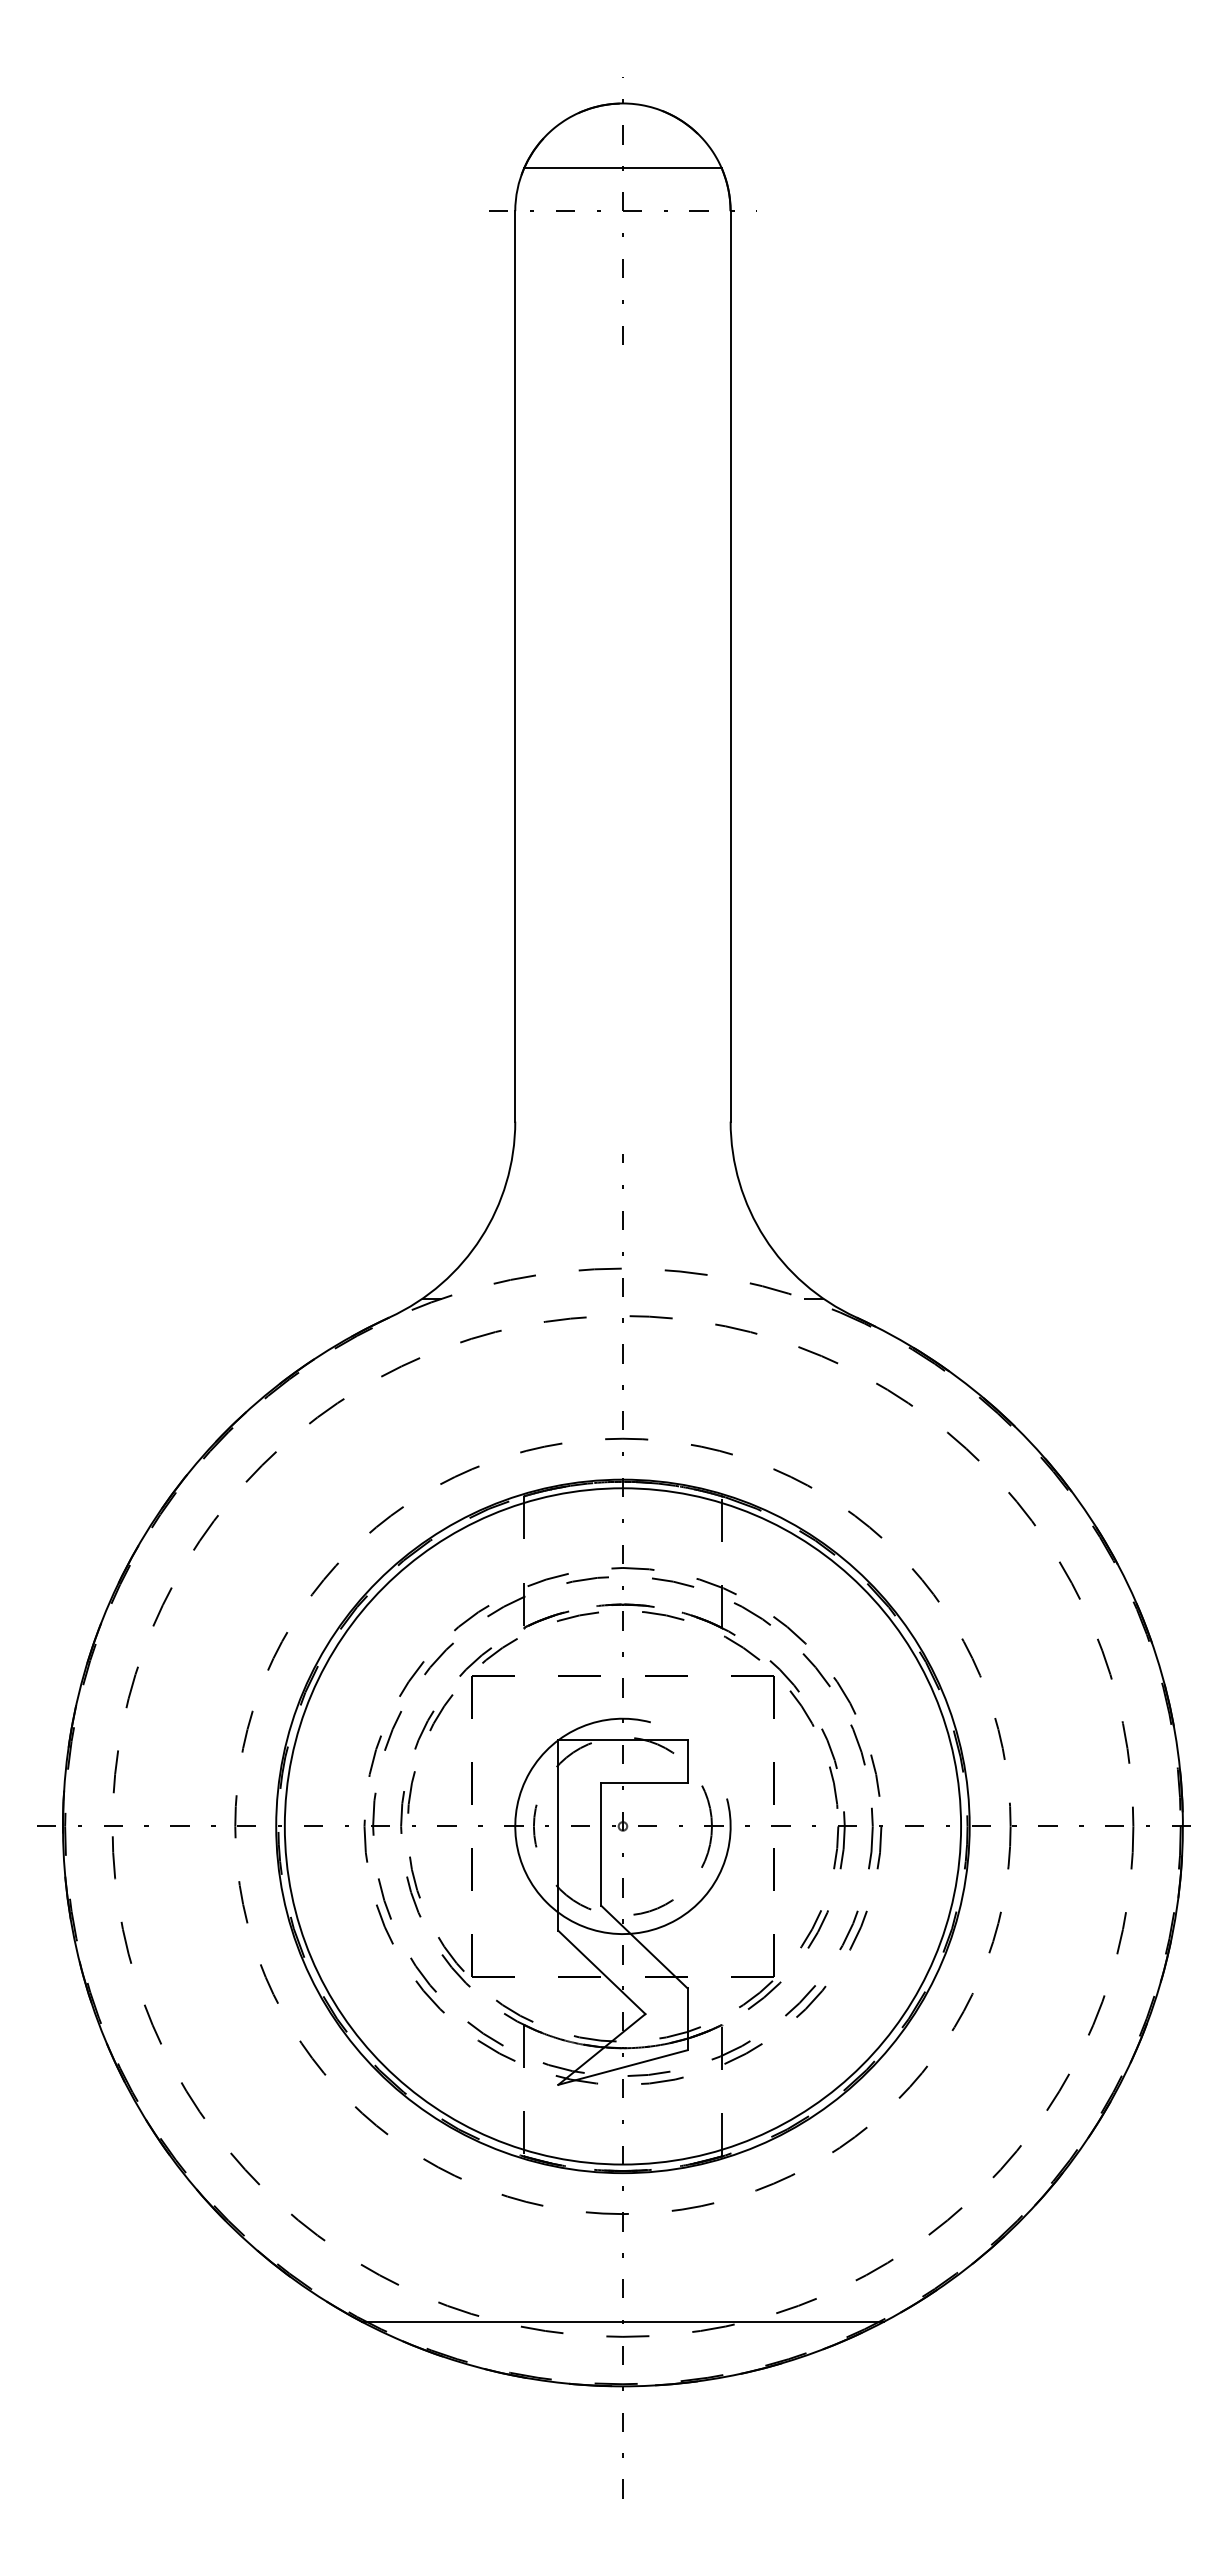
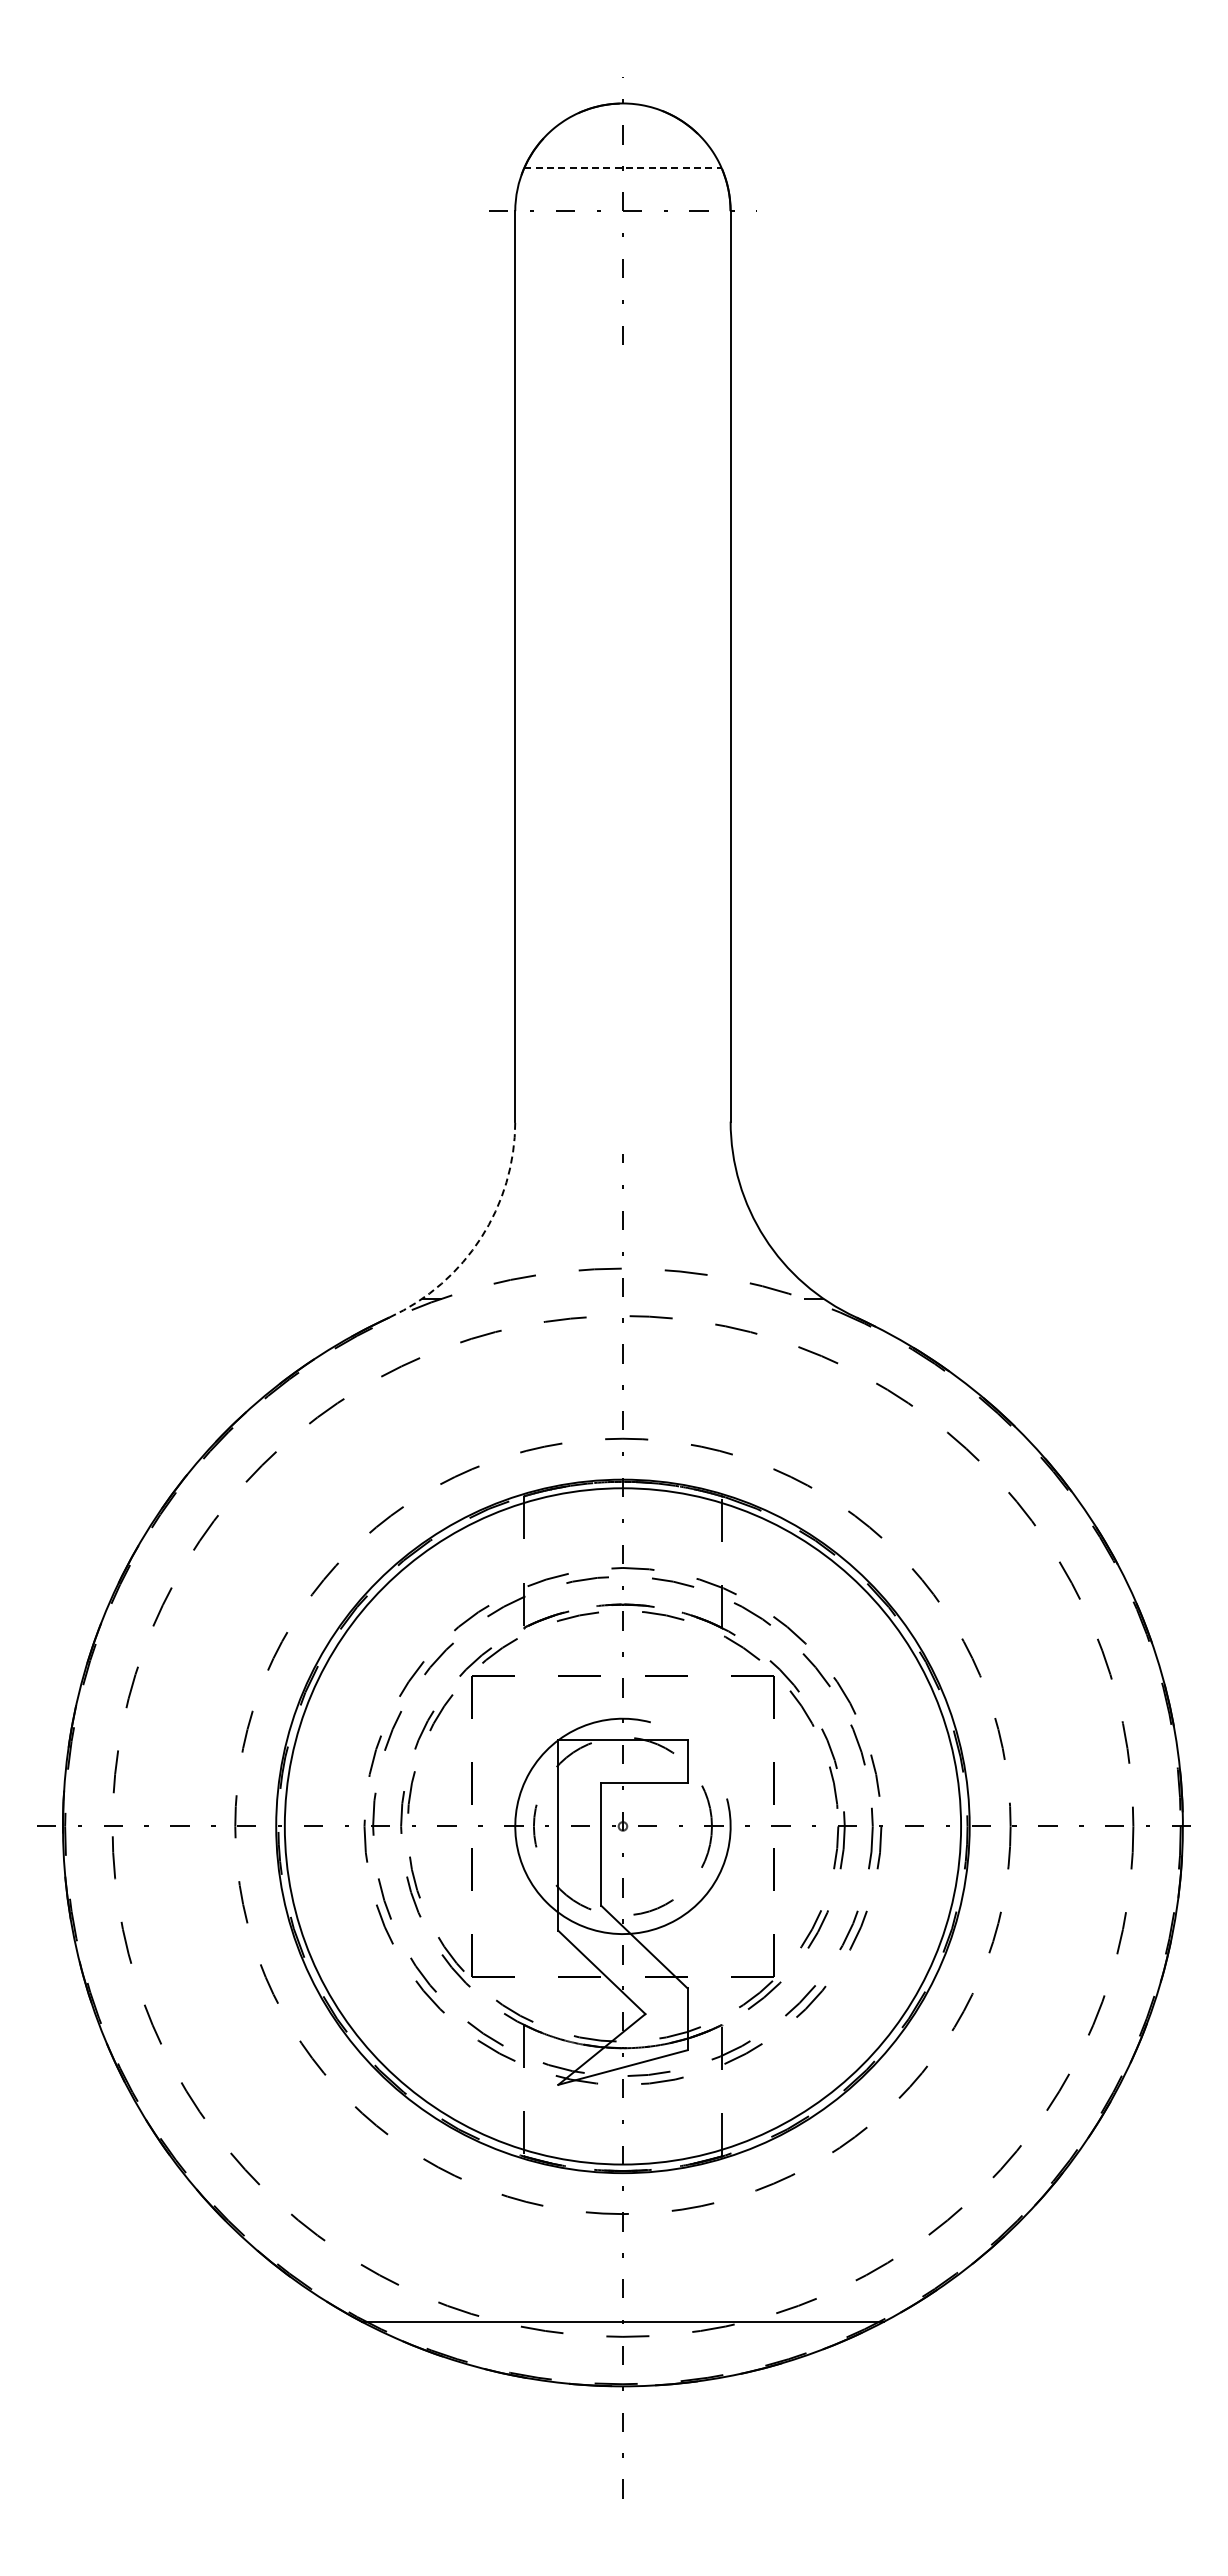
line at (622, 168): solid -> dashed
arc at (481, 1237): solid -> dashed
